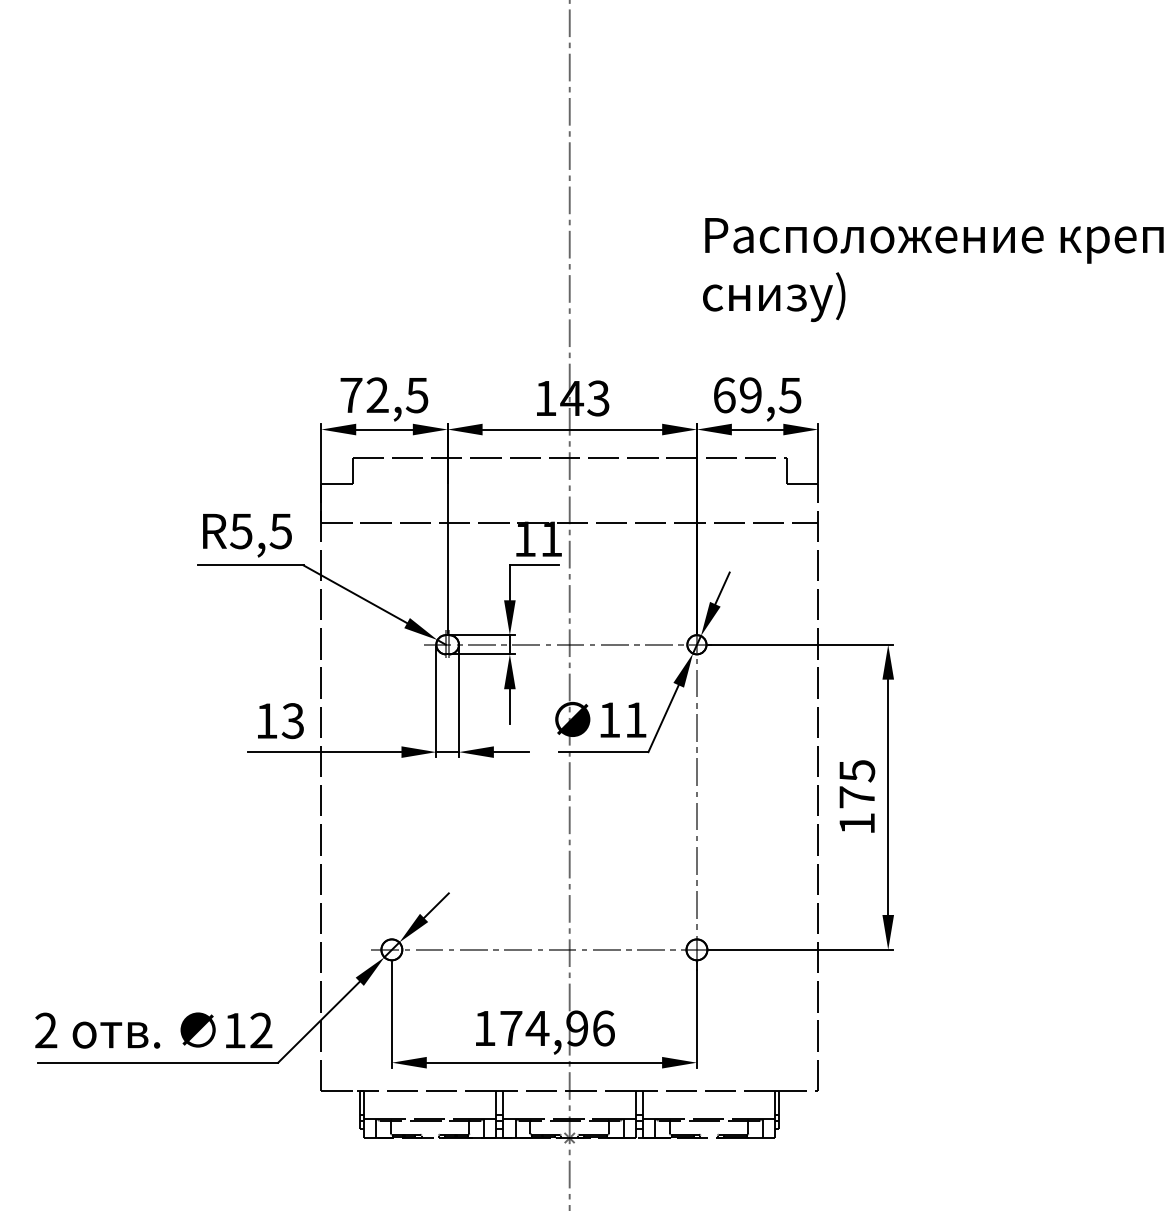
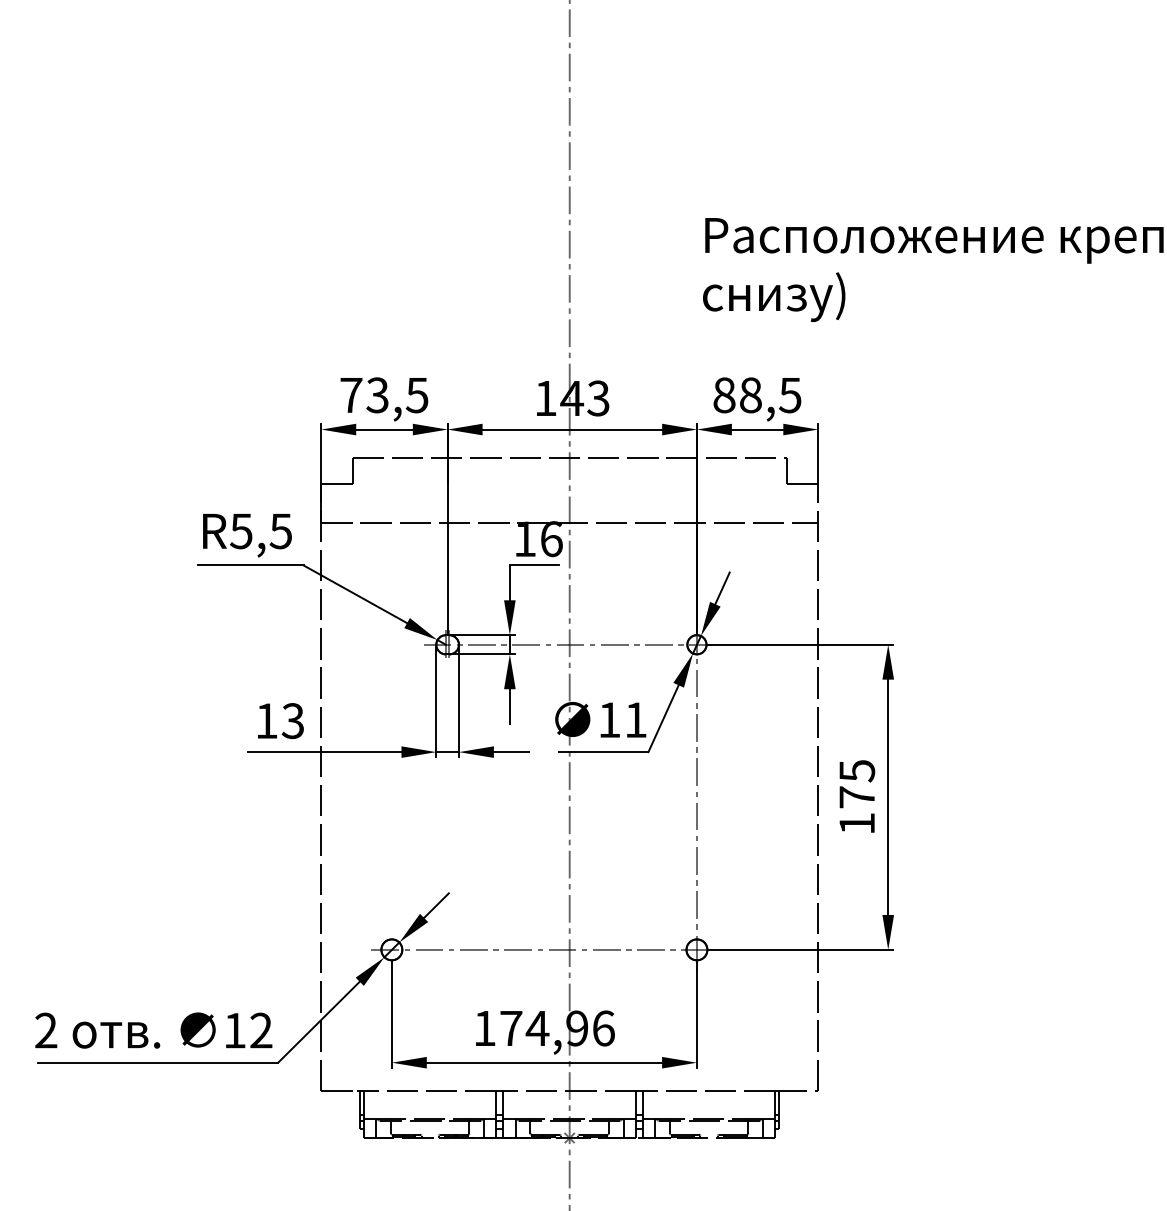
text at (377, 395): 72,5 -> 73,5
text at (737, 395): 69,5 -> 88,5
text at (551, 539): 11 -> 16
